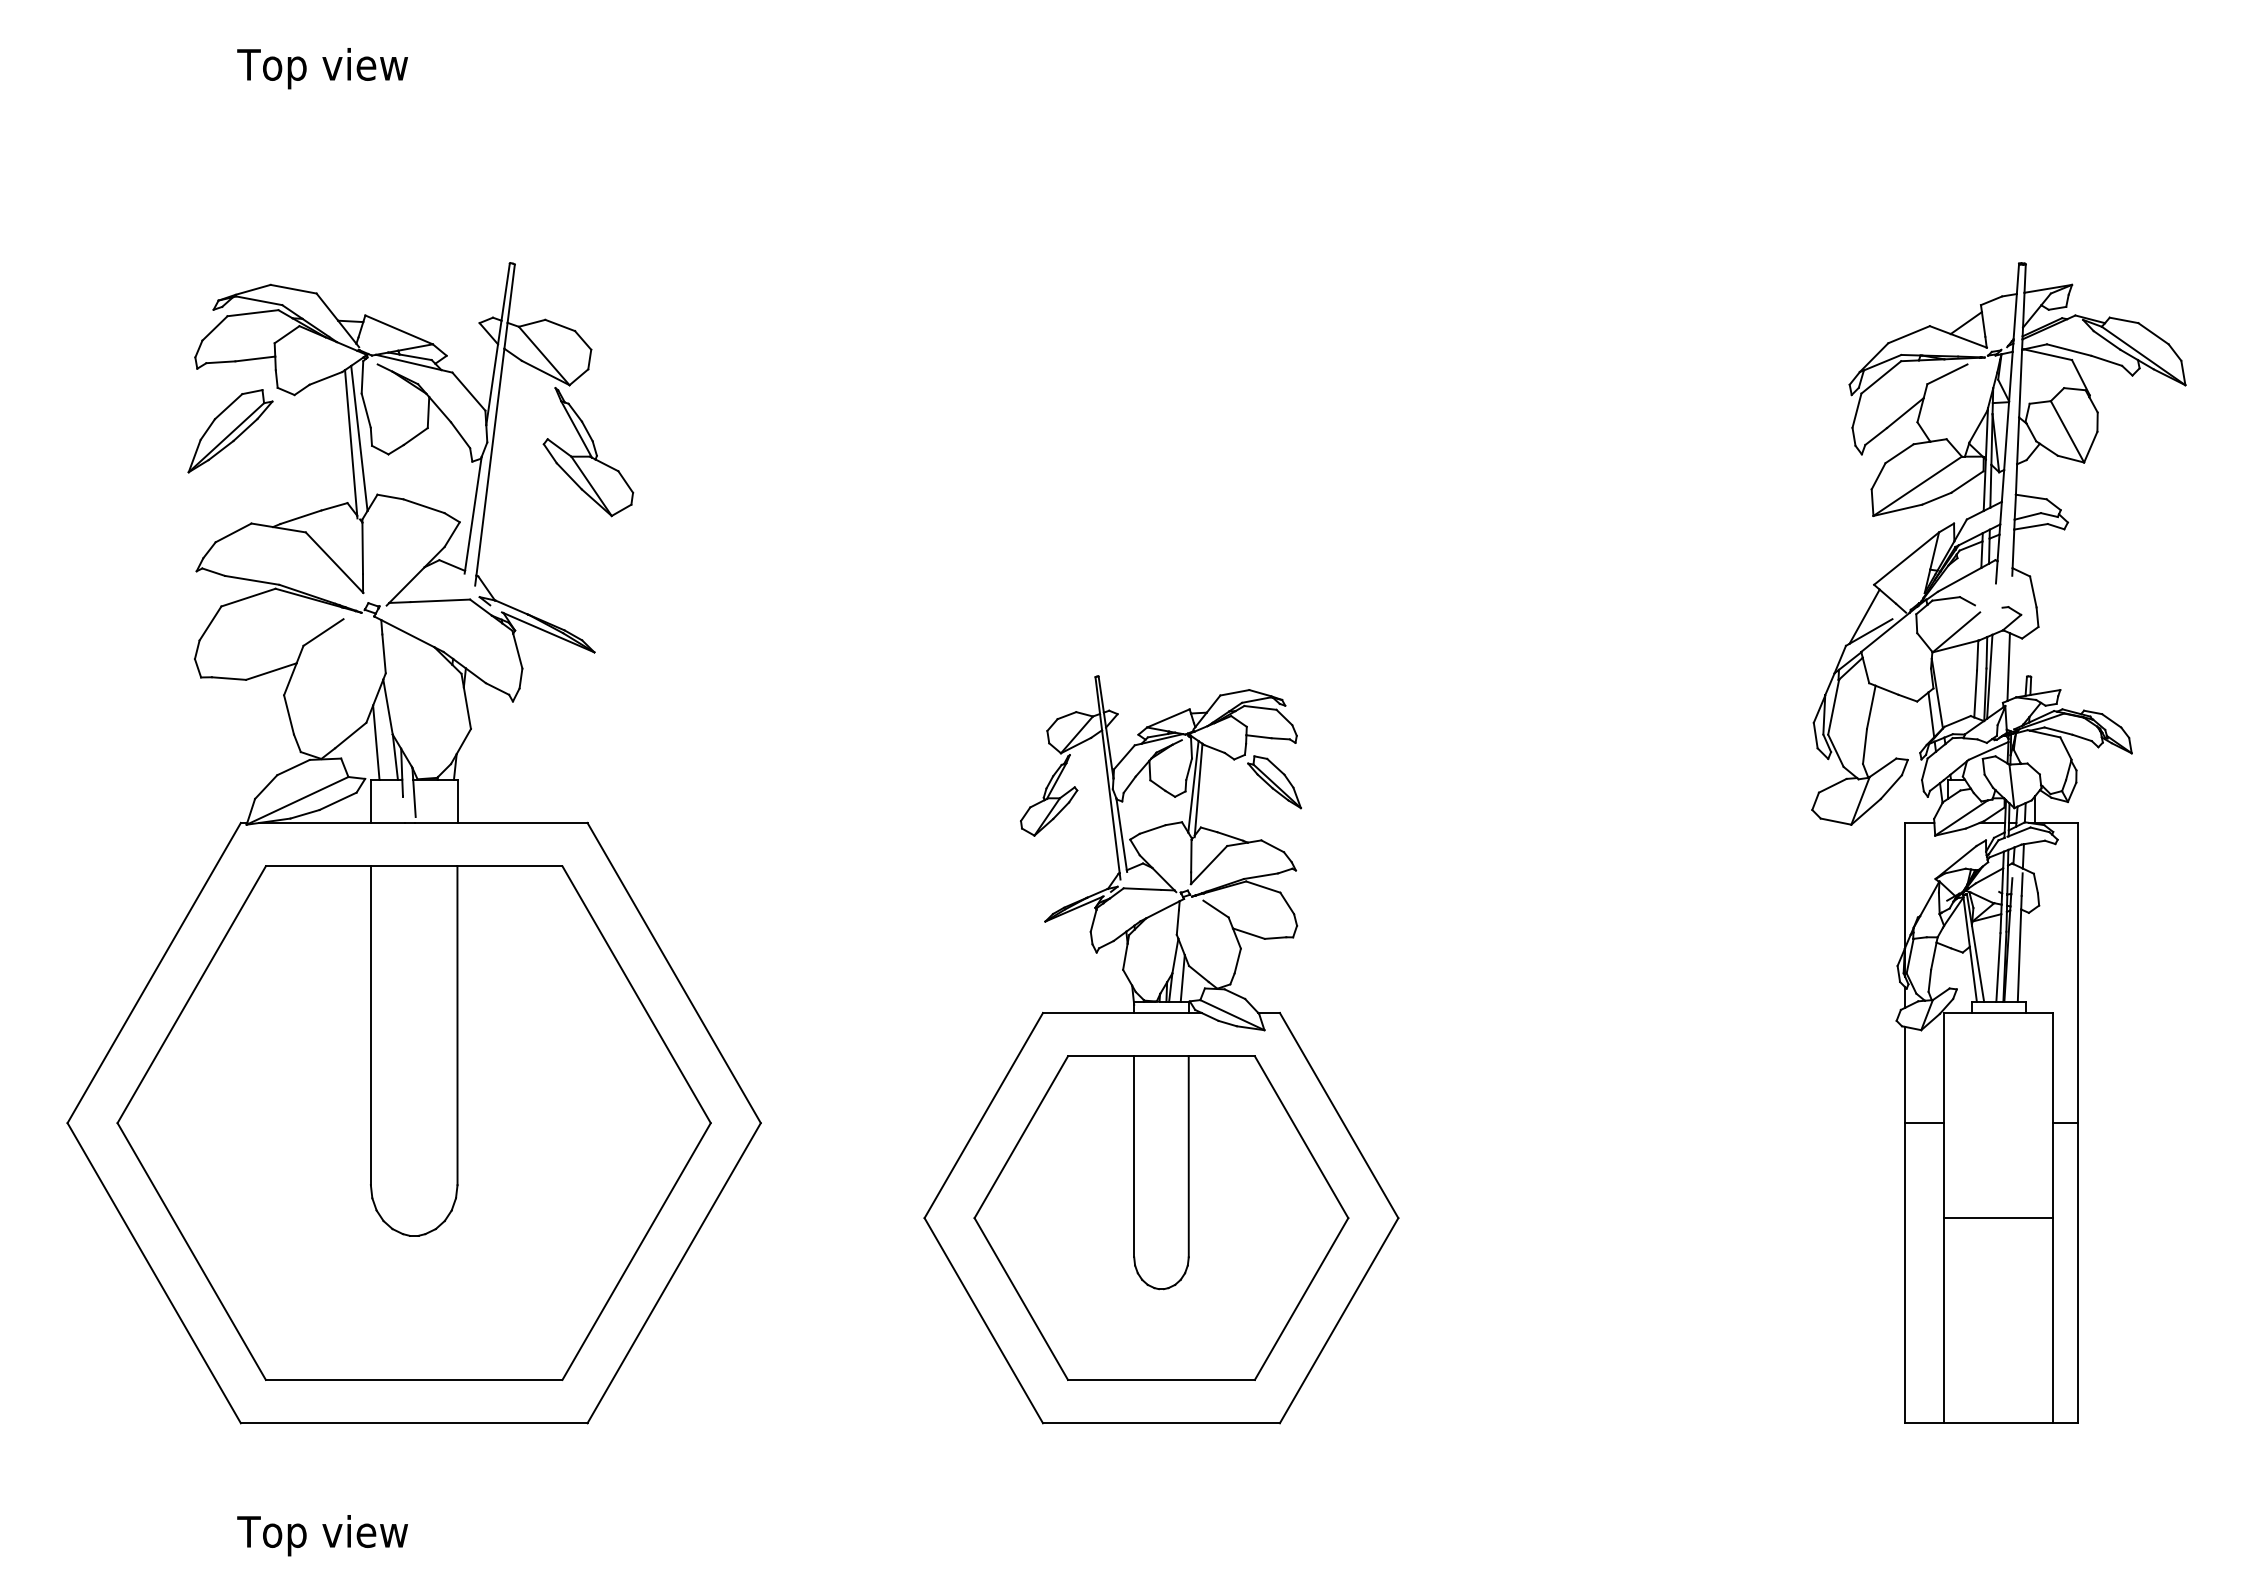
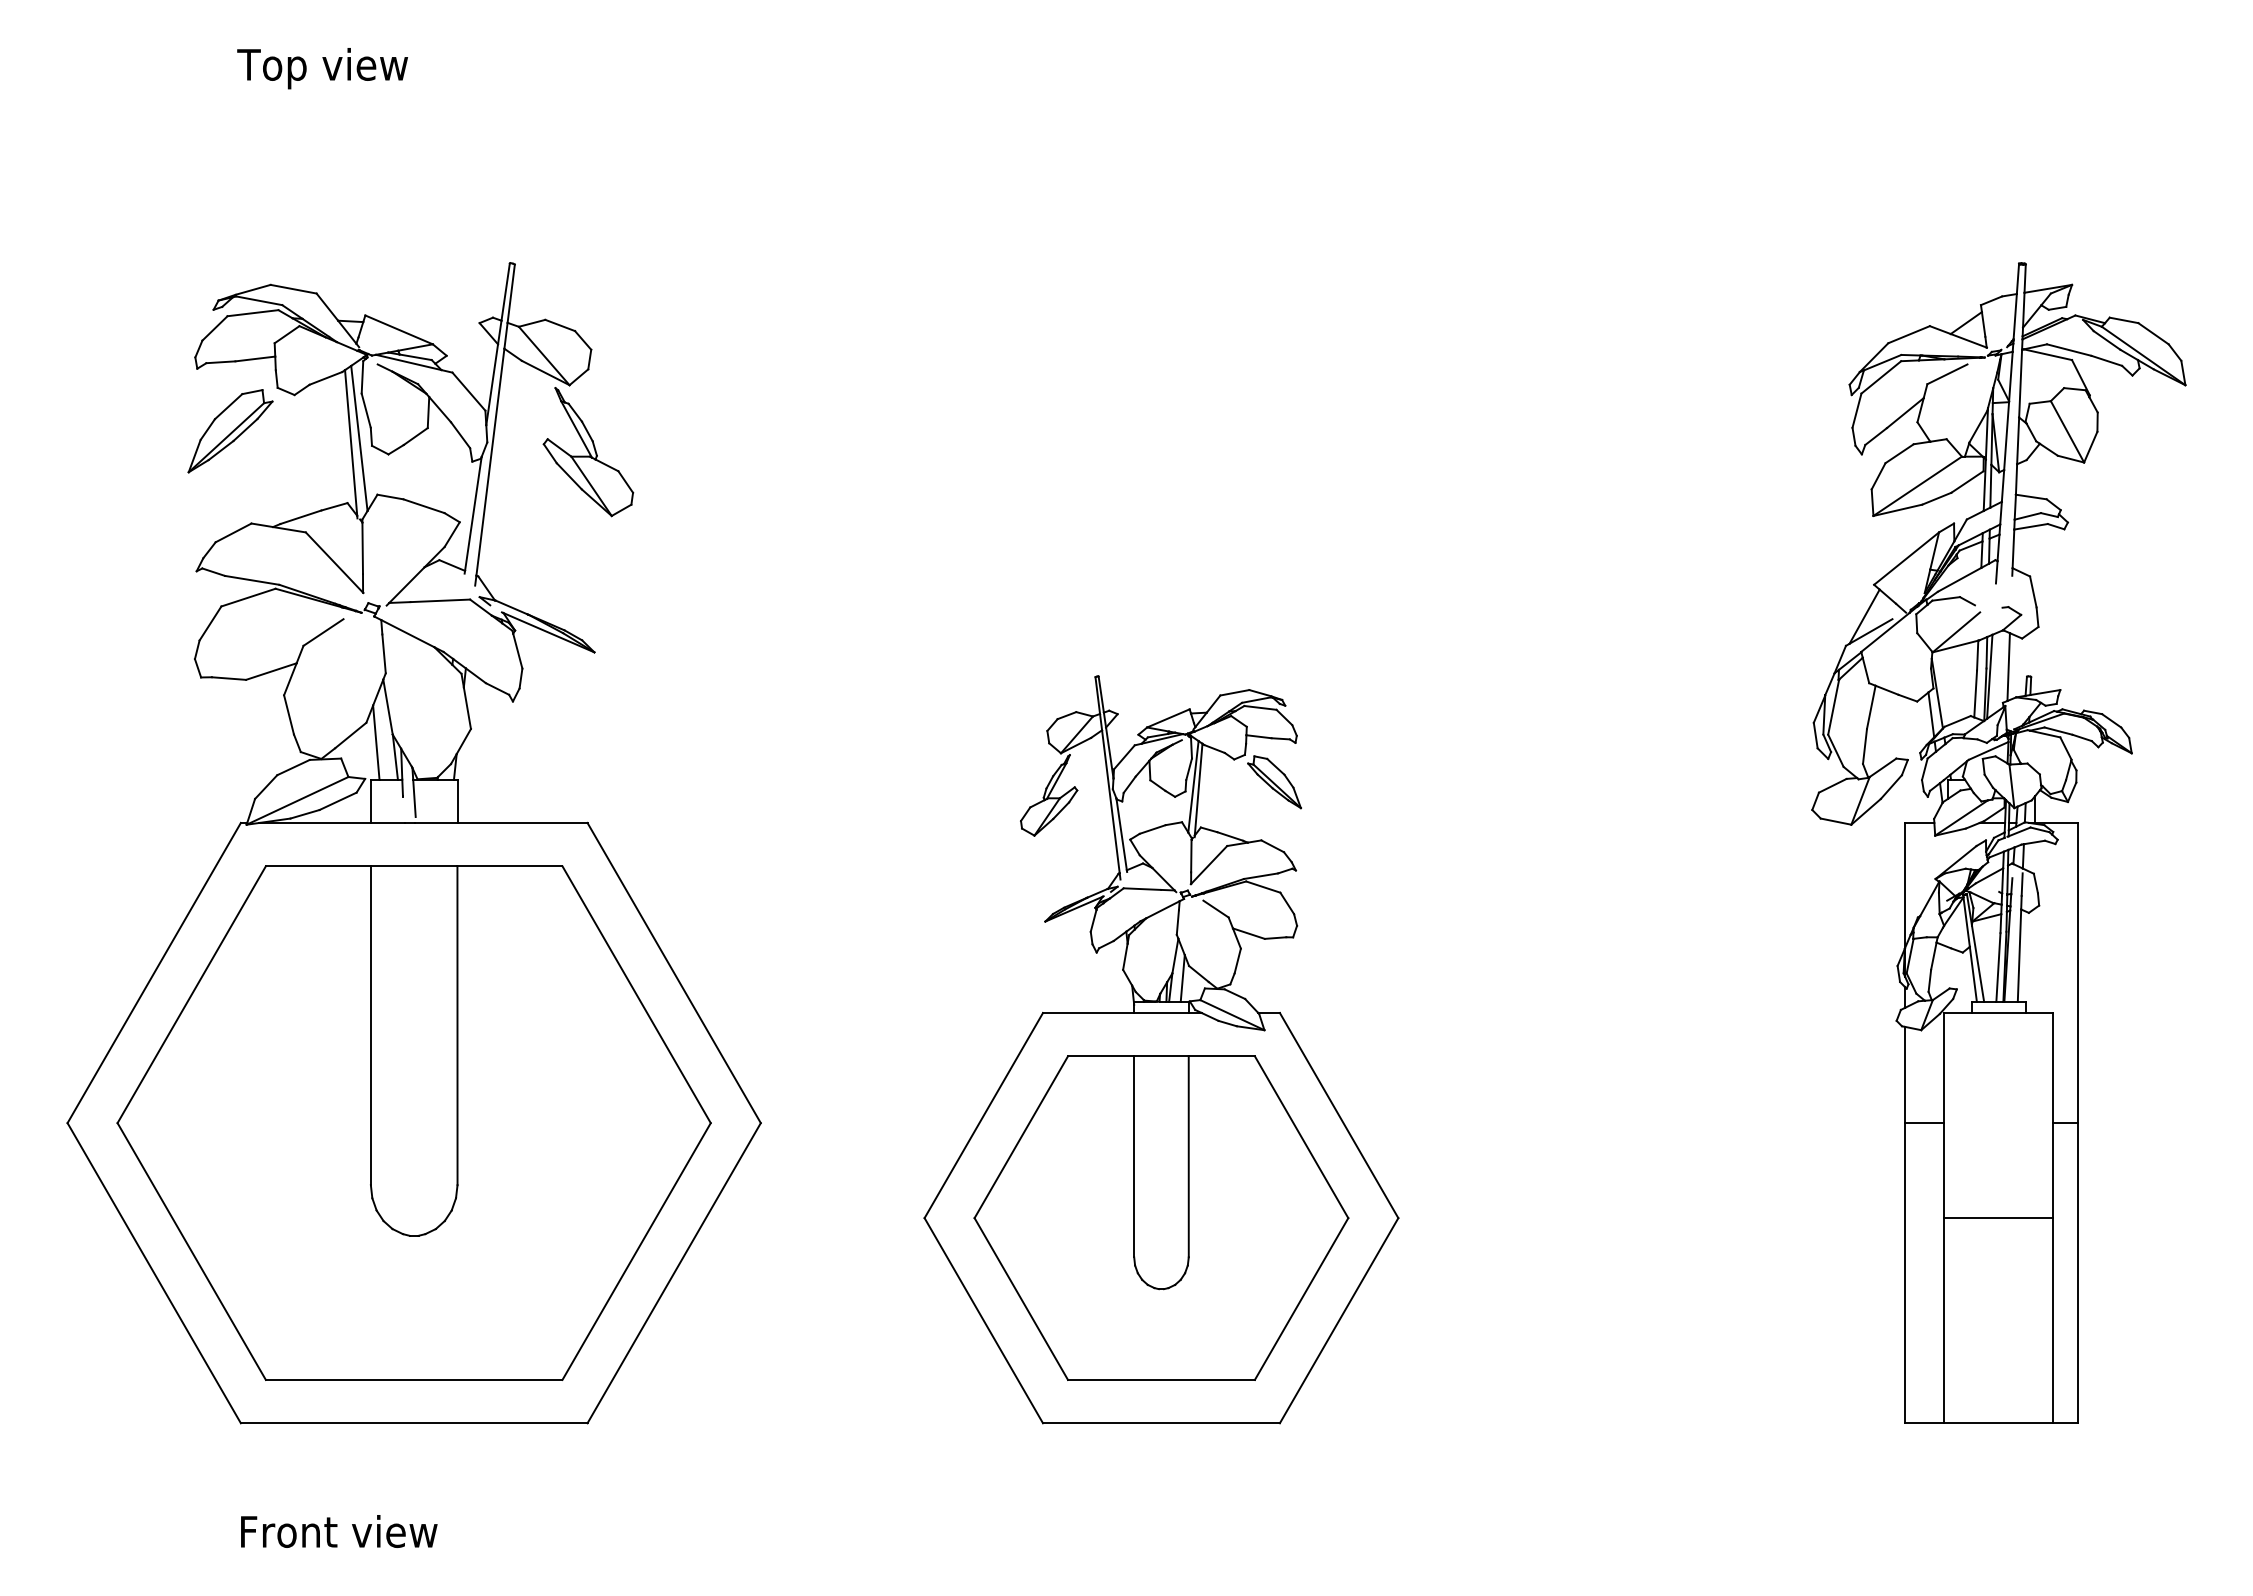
text at (337, 1535): Top view -> Front view
